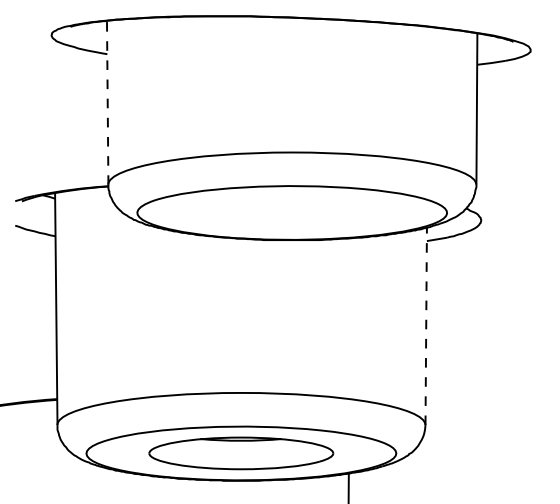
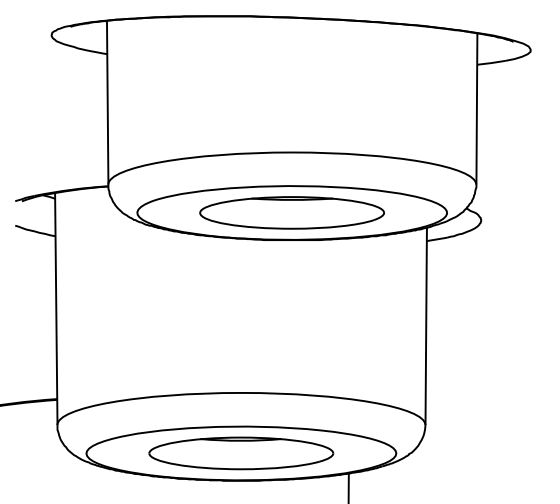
line at (107, 102): dashed -> solid
part at (291, 212): none -> present
line at (426, 326): dashed -> solid
